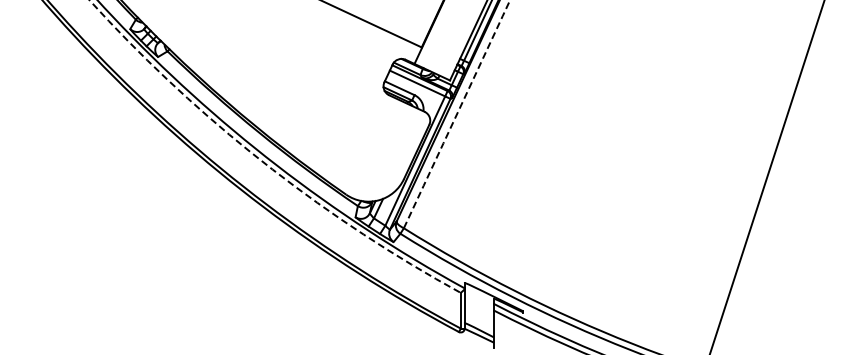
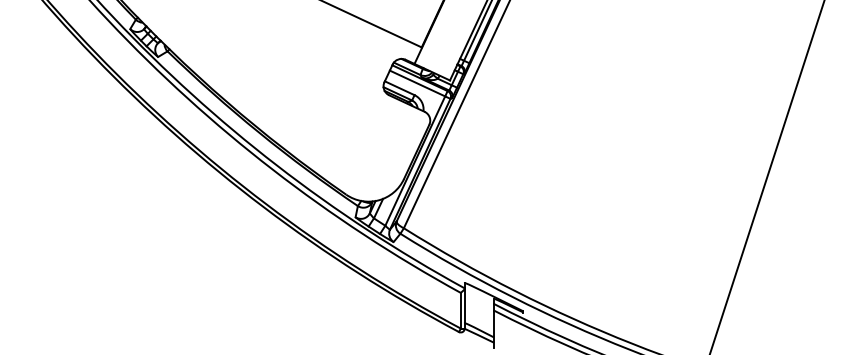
arc at (457, 113): dashed -> solid
arc at (263, 162): dashed -> solid
